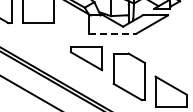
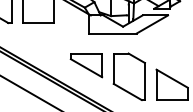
line at (112, 33): dashed -> solid
part at (86, 58) position: (86, 58) -> (86, 65)
part at (170, 91) position: (170, 91) -> (171, 84)
